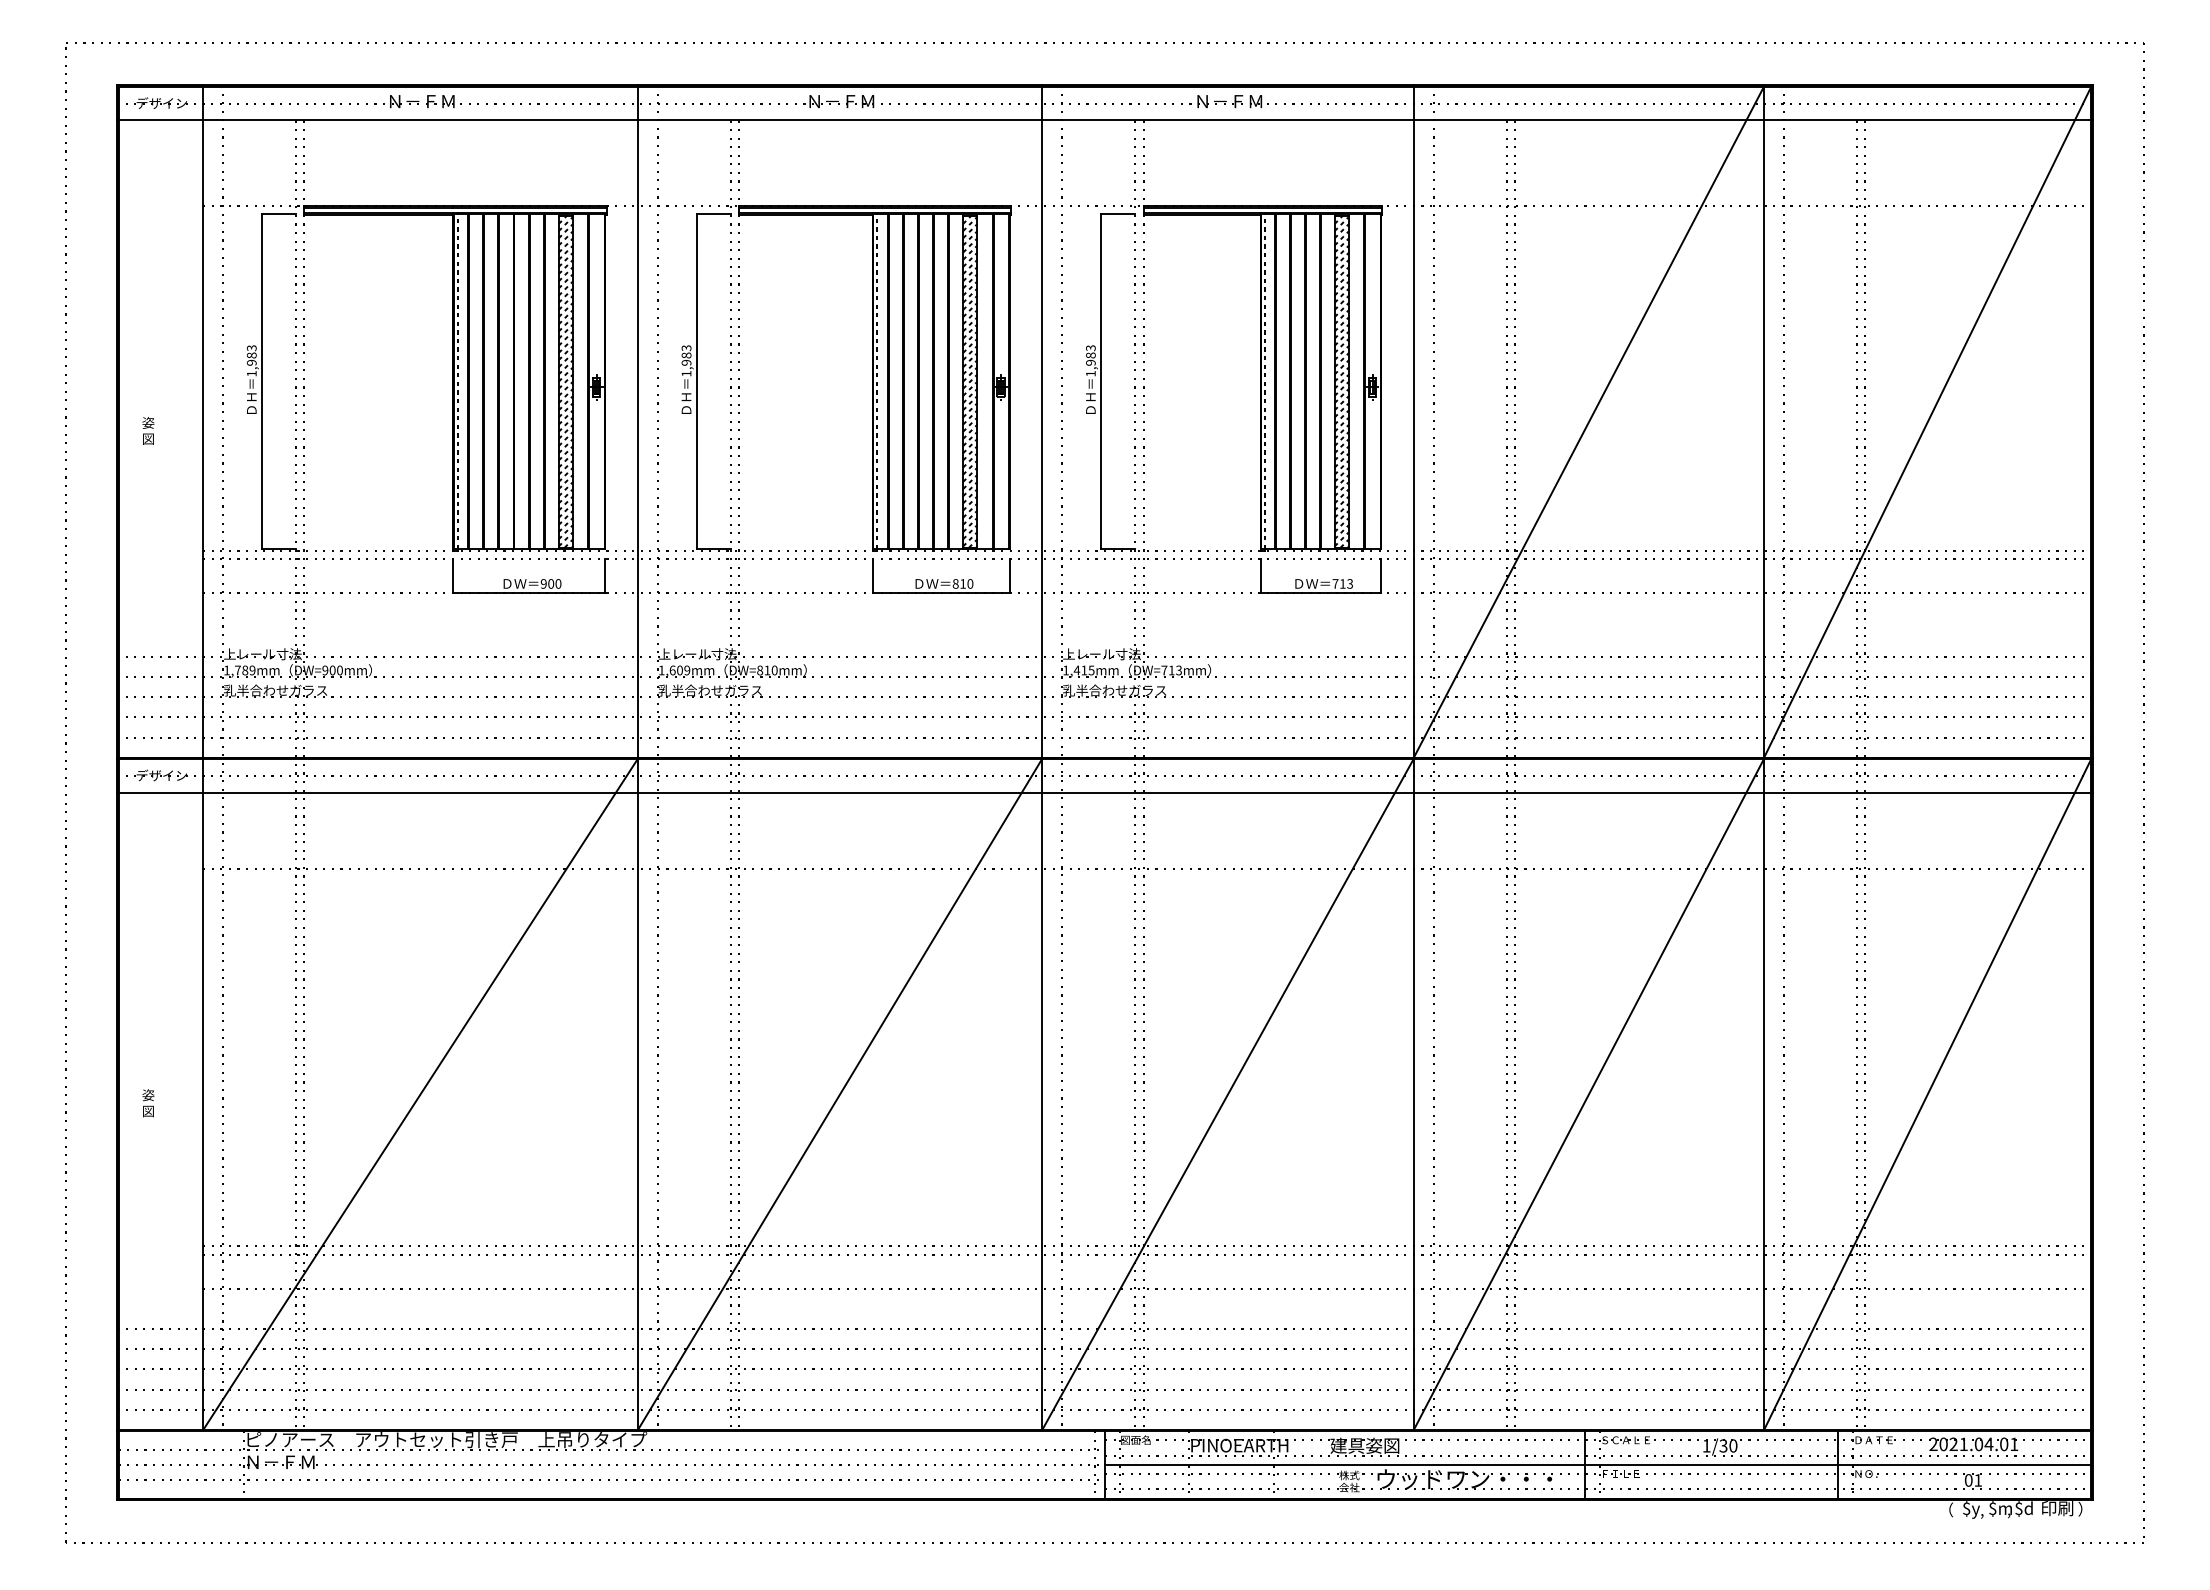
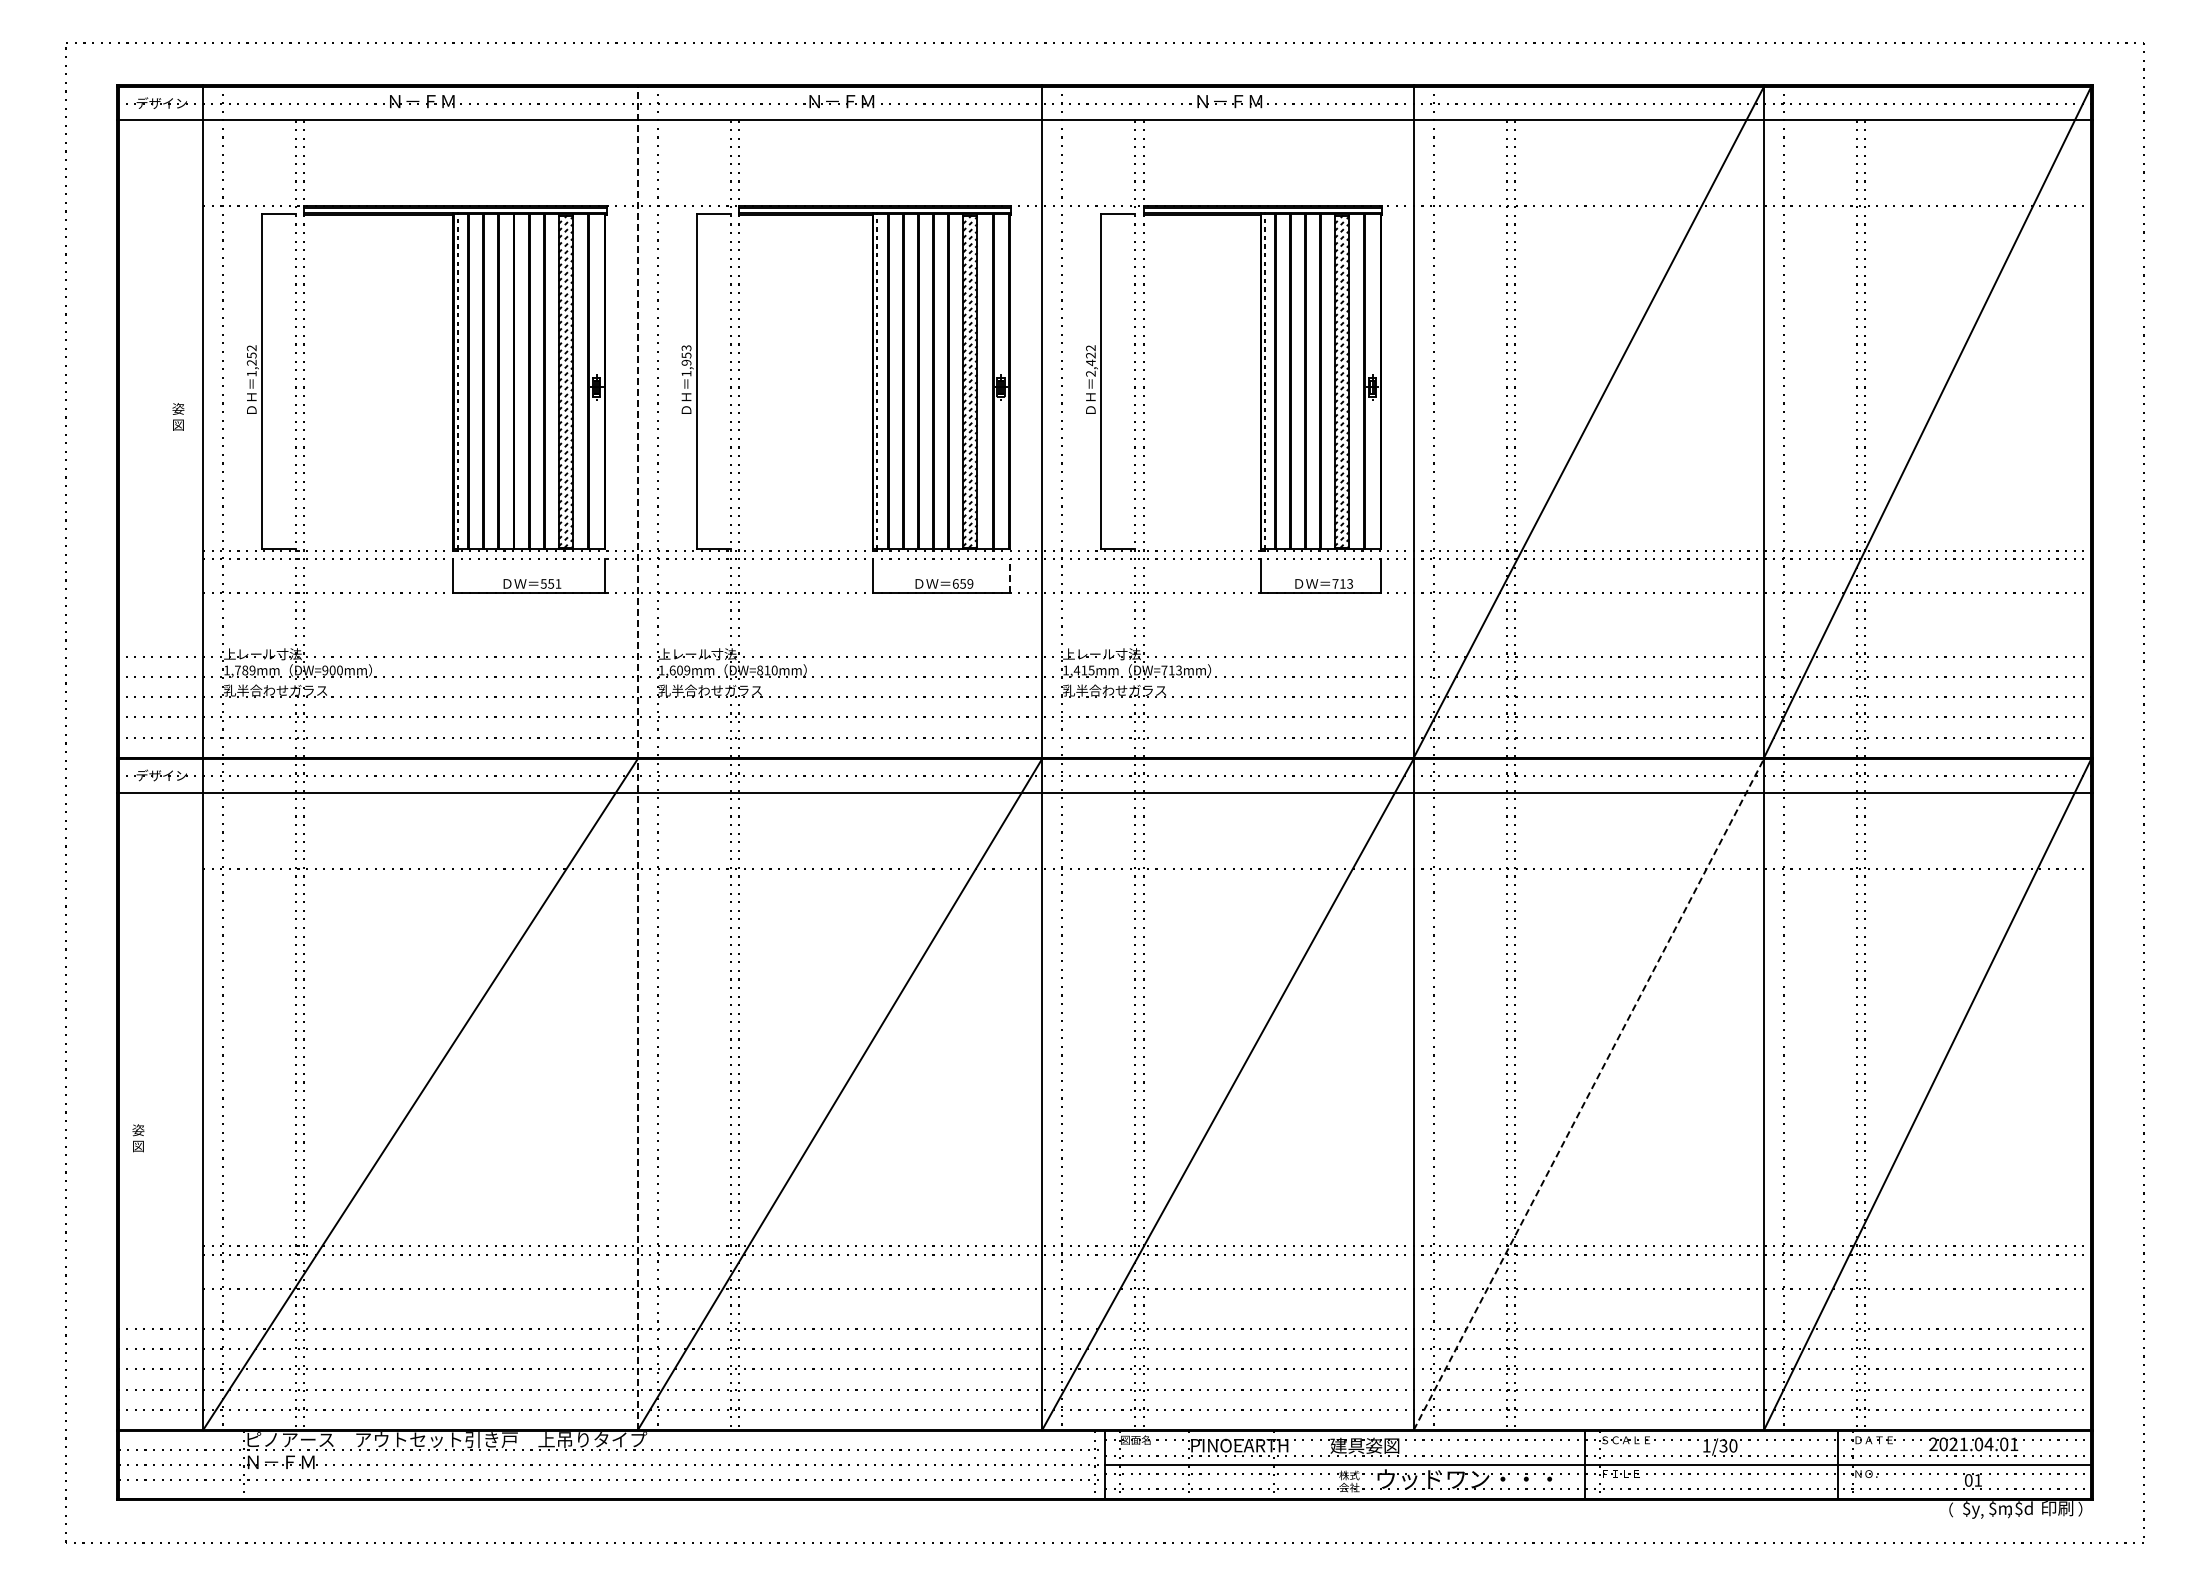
text at (251, 355): 1,983 -> 1,252
text at (686, 355): 1,983 -> 1,953
text at (1090, 360): 1,983 -> 2,422
text at (148, 430) position: (148, 430) -> (178, 416)
line at (1009, 575): solid -> dashed
text at (550, 583): 900 -> 551
text at (962, 583): 810 -> 659
line at (637, 757): solid -> dashed
line at (1588, 1094): solid -> dashed
text at (148, 1103) position: (148, 1103) -> (138, 1138)
